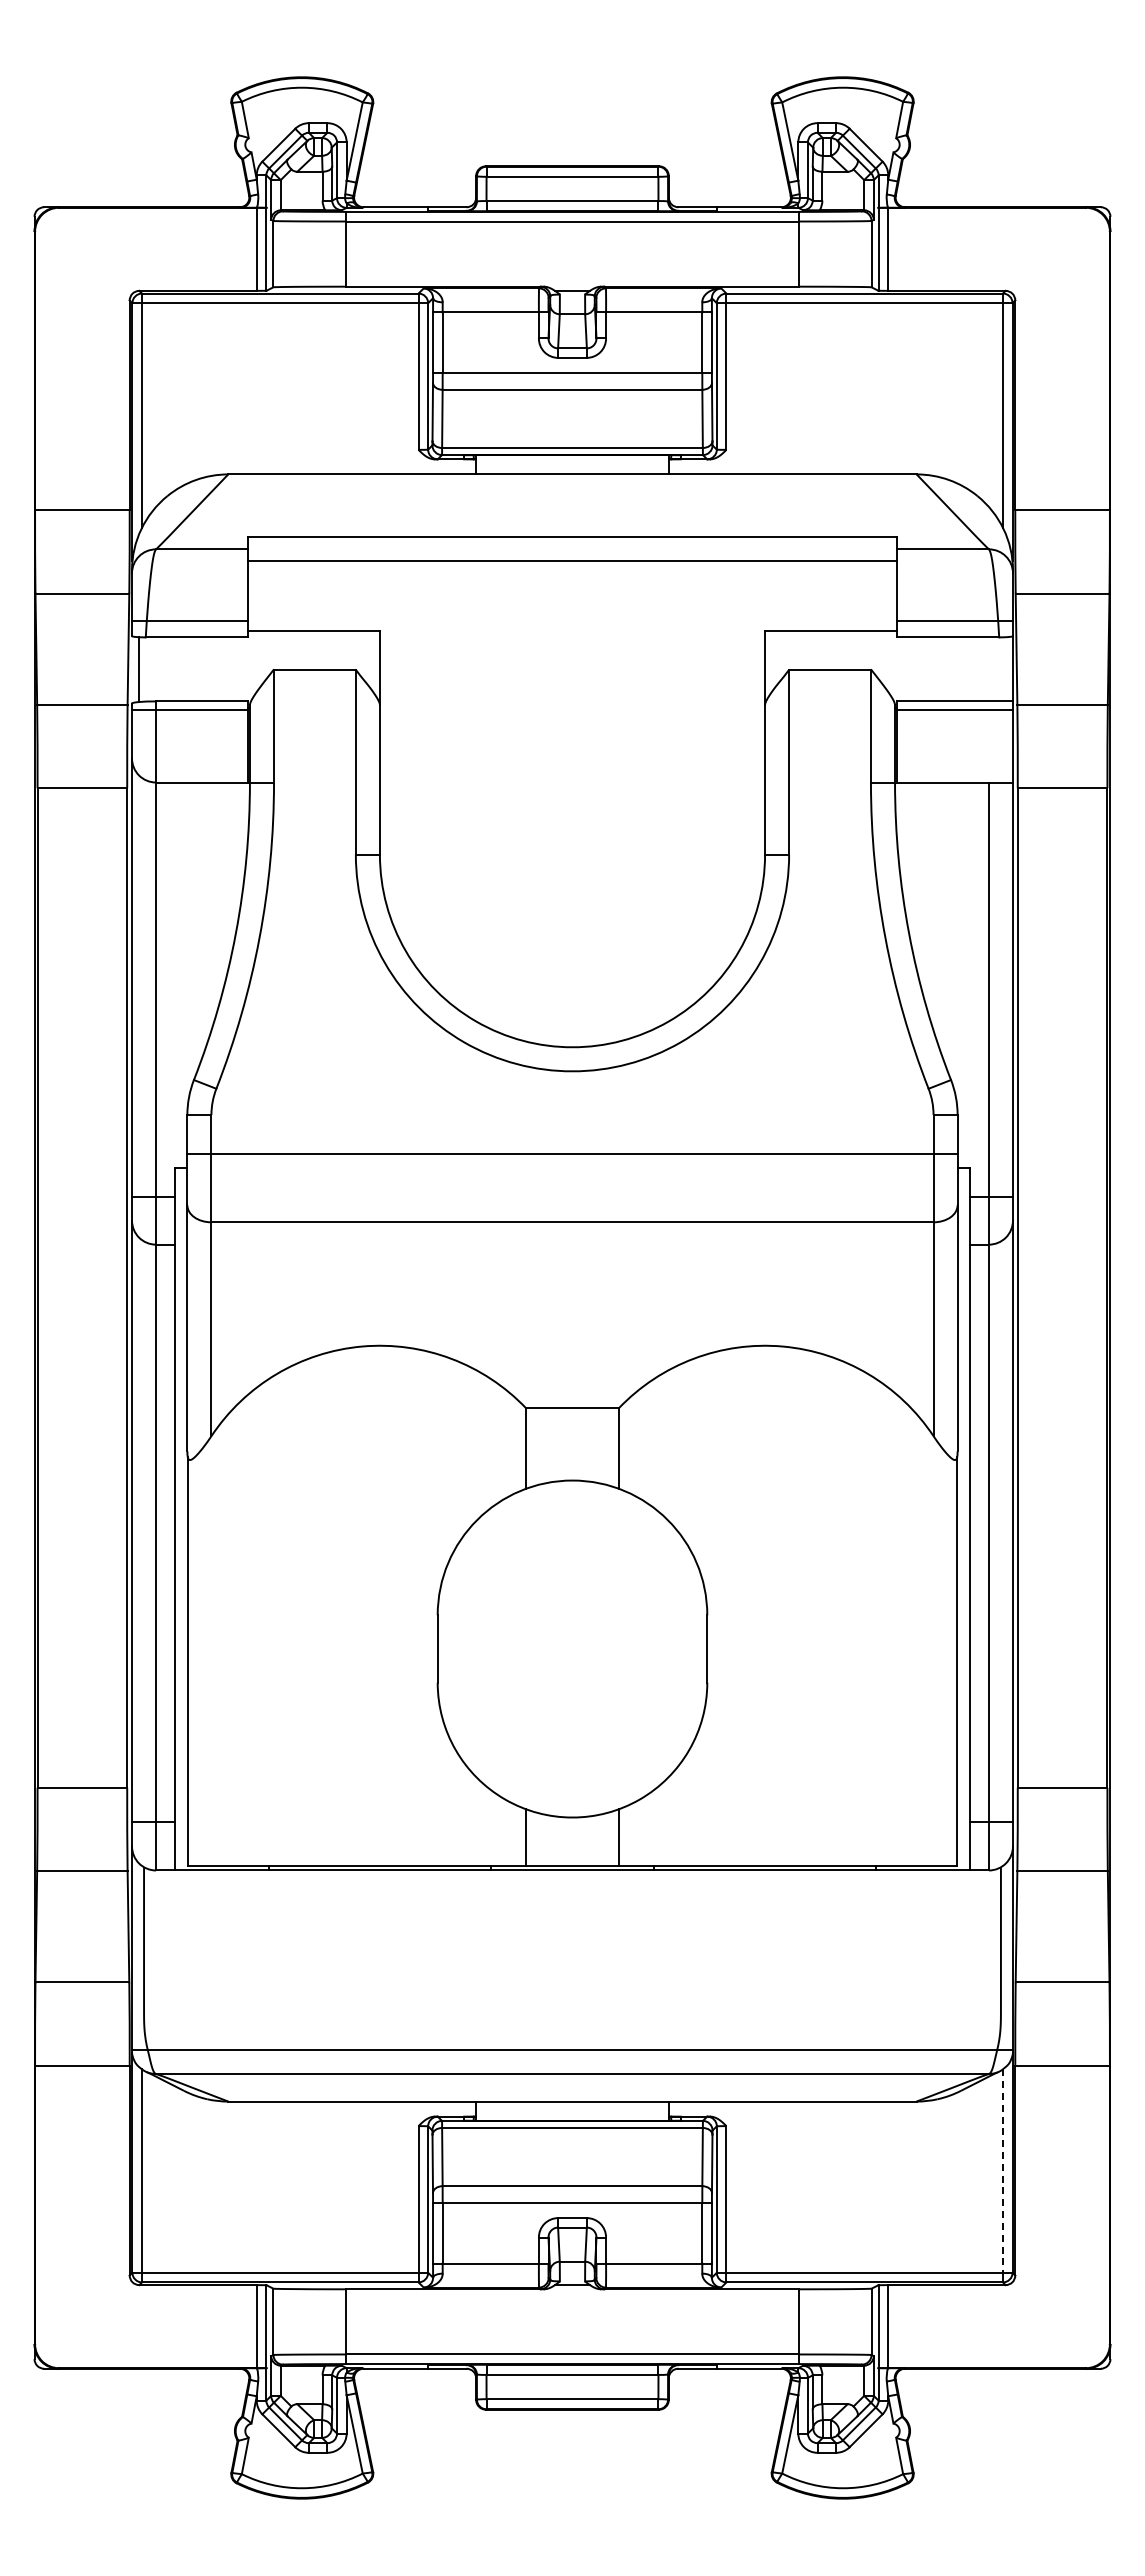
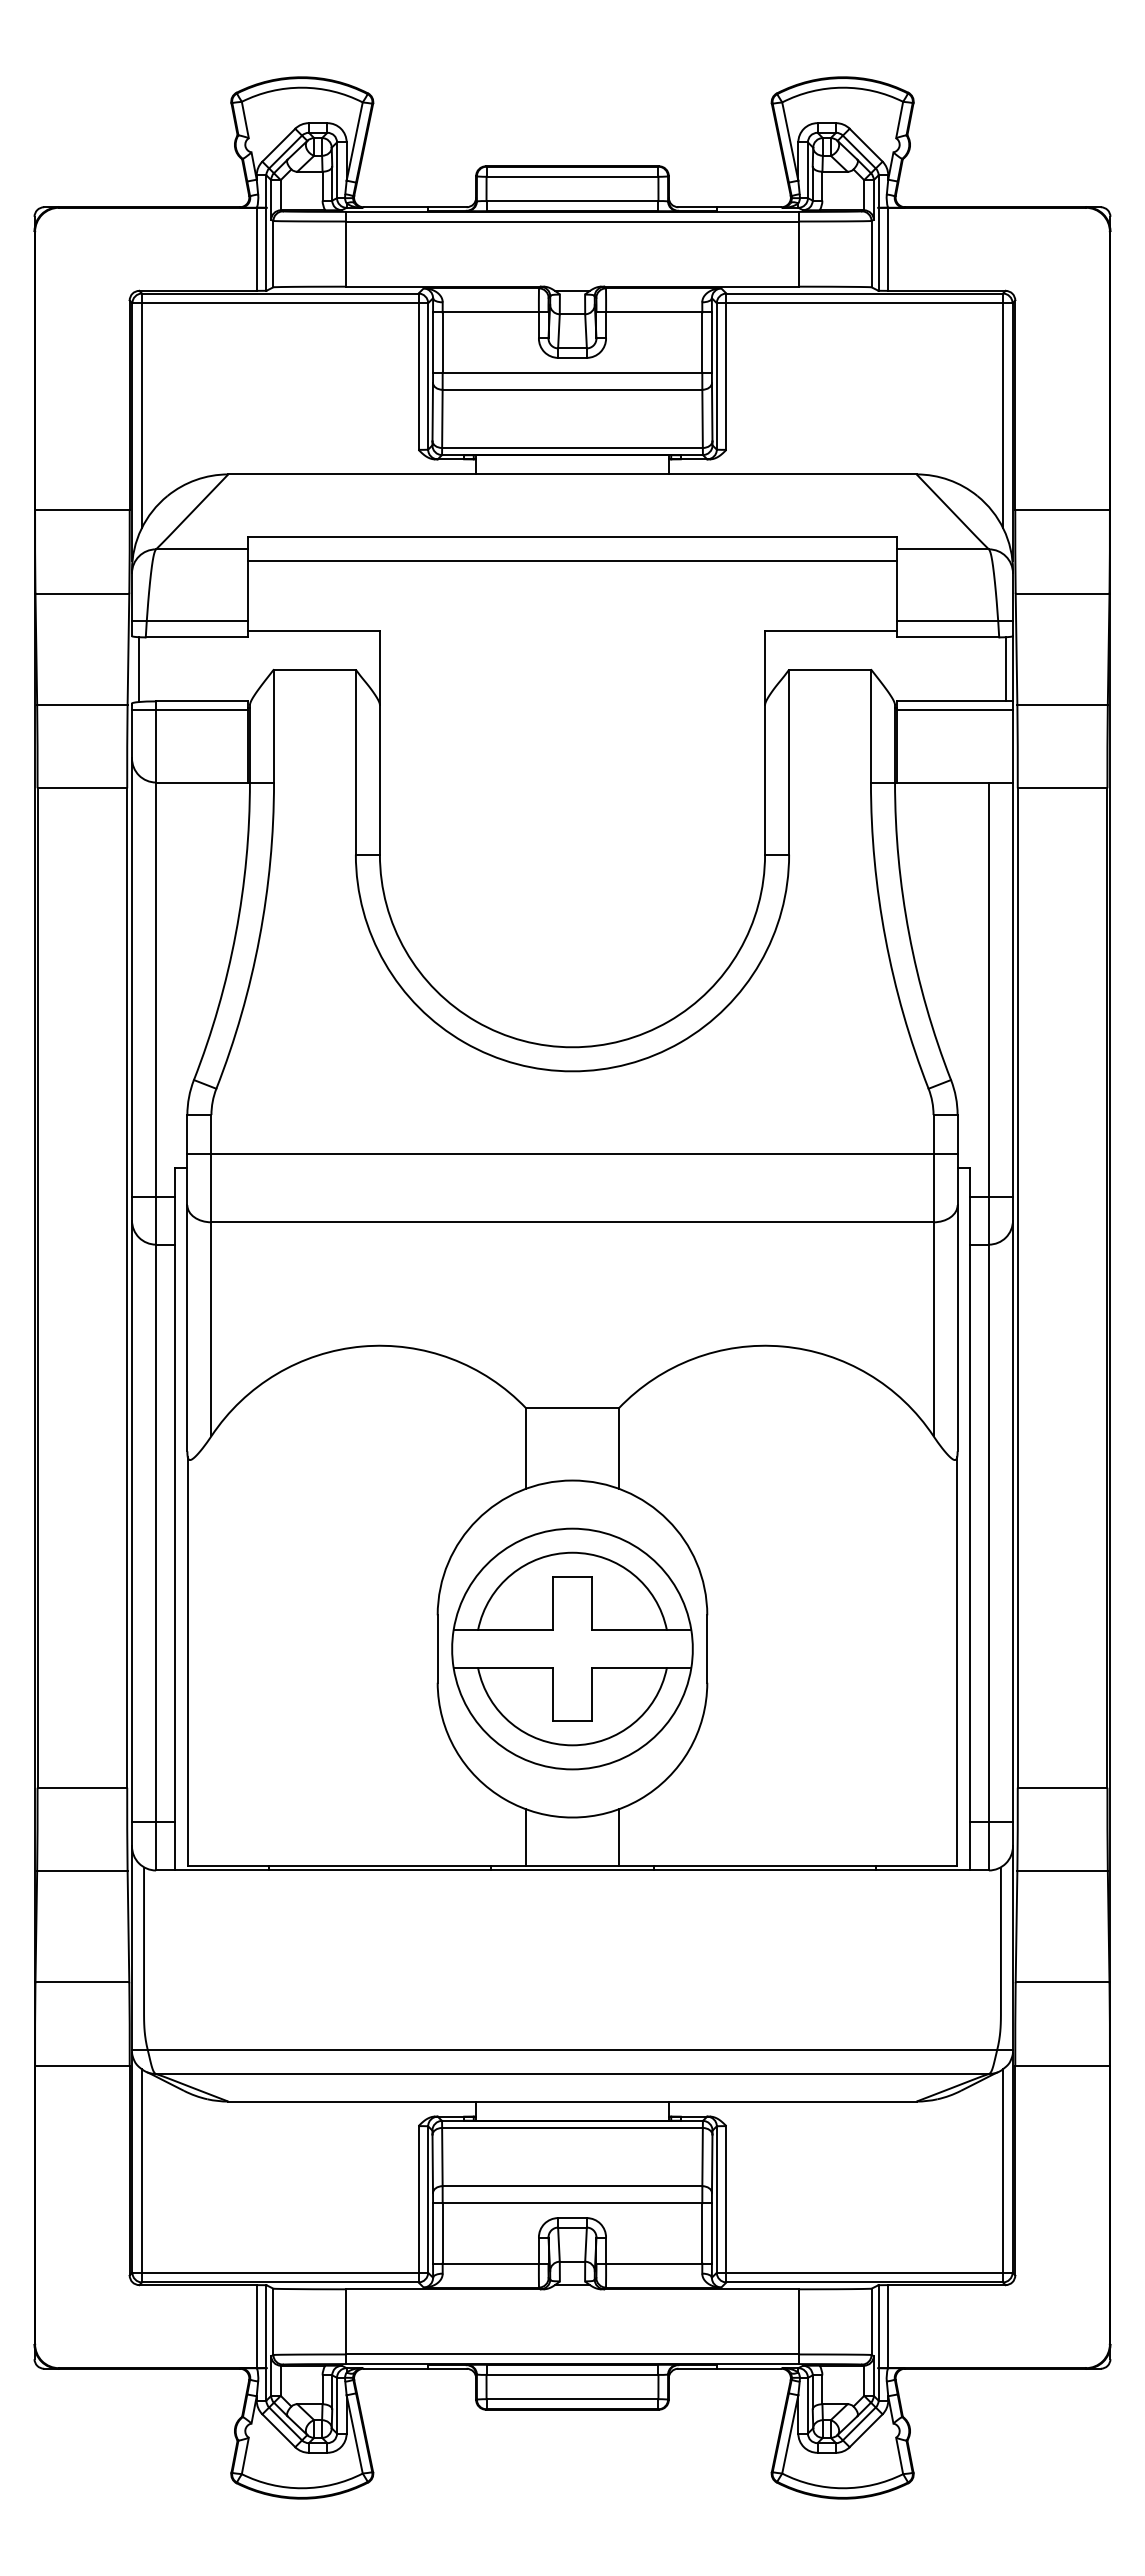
line at (1005, 669): none -> present
part at (572, 1648): none -> present
line at (1002, 2171): dashed -> solid
